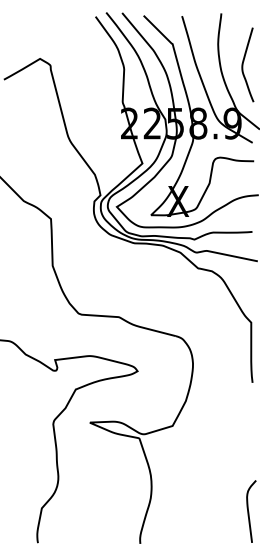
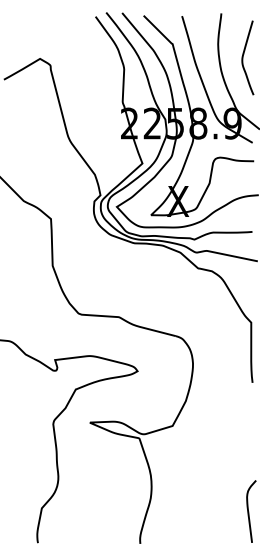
curve at (243, 64) position: (243, 64) -> (243, 57)
